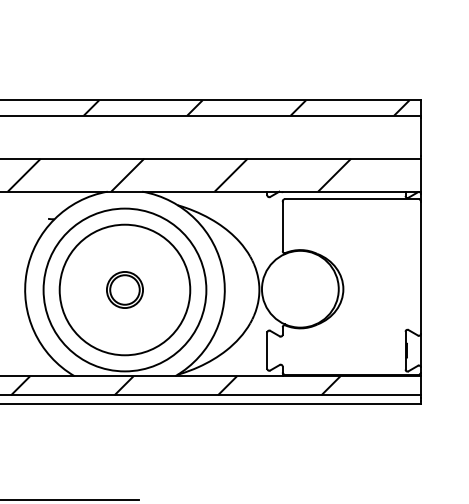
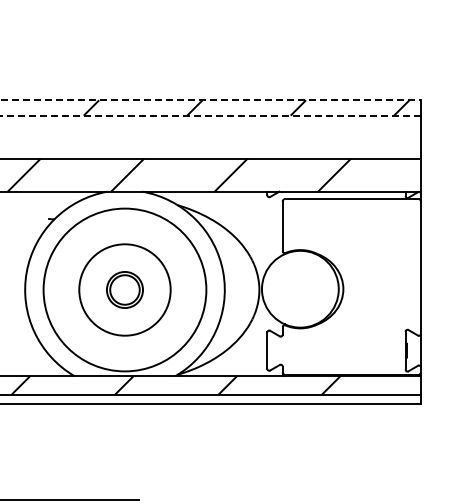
line at (211, 100): solid -> dashed
line at (211, 115): solid -> dashed
circle at (124, 289) diameter: 131 px -> 91 px
